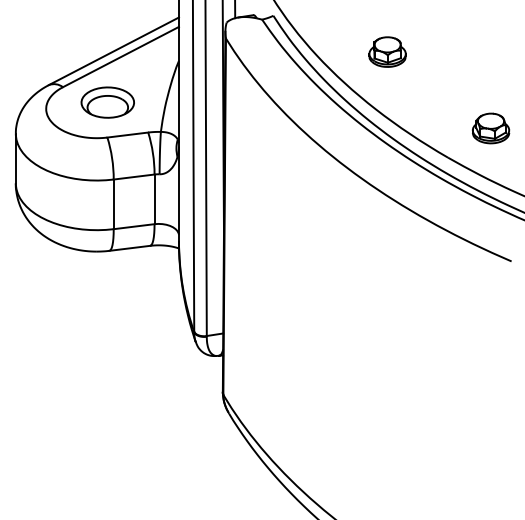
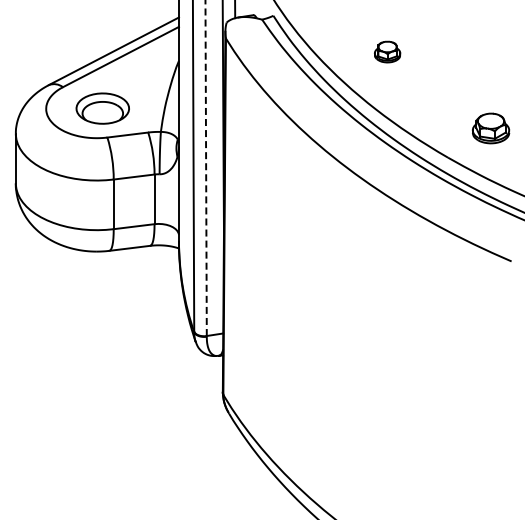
part at (387, 51) size: 39x32 px -> 28x24 px
part at (107, 102) position: (107, 102) -> (102, 108)
line at (206, 168): solid -> dashed
